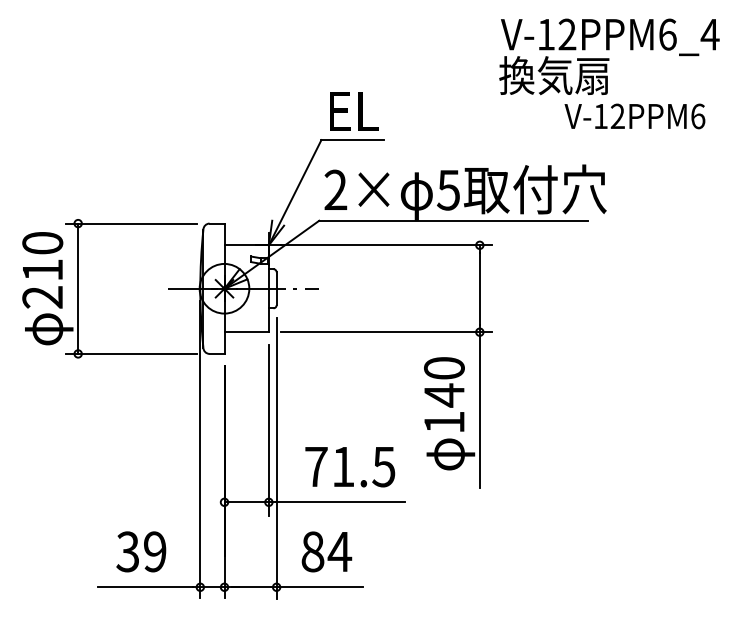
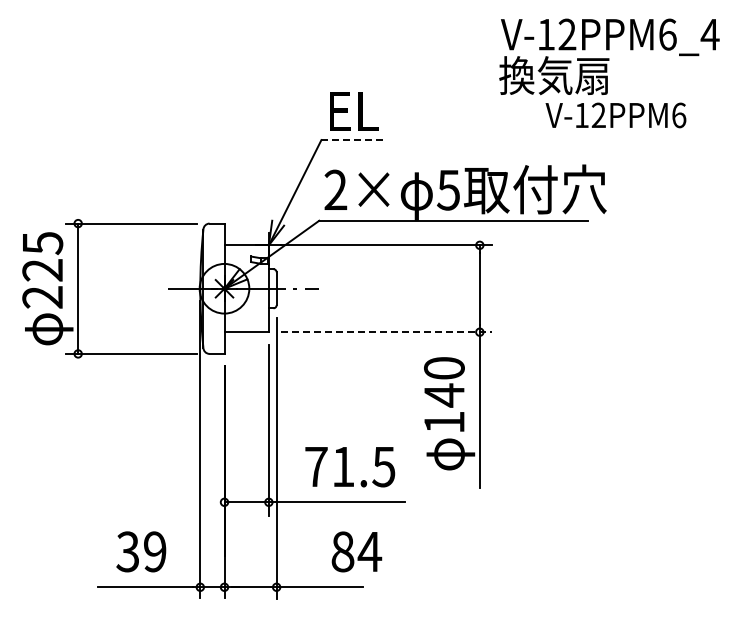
text at (634, 116) position: (634, 116) -> (615, 115)
line at (353, 140): solid -> dashed
text at (42, 256): 210 -> 225
line at (387, 332): solid -> dashed
text at (326, 551) position: (326, 551) -> (356, 551)
